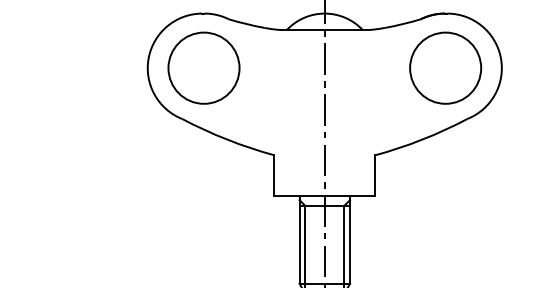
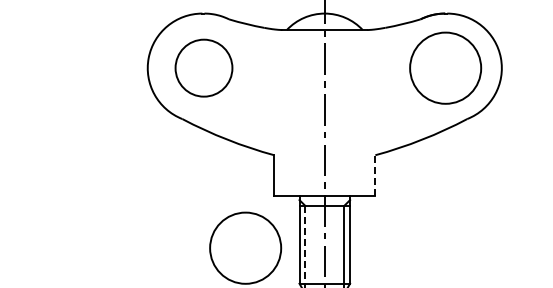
part at (203, 67) size: 74x74 px -> 60x60 px
line at (375, 174): solid -> dashed
line at (305, 246): solid -> dashed
part at (245, 247): none -> present
